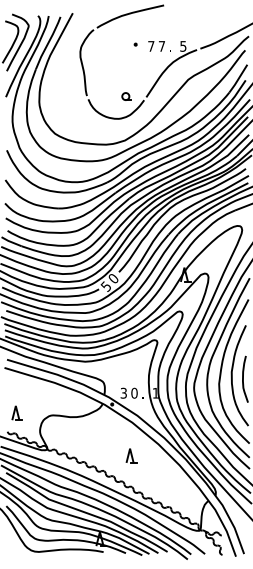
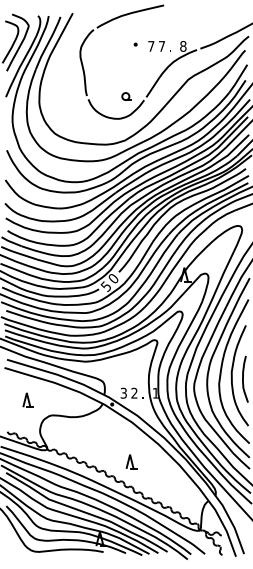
text at (183, 46): 5 -> 8
text at (134, 392): 0 -> 2
part at (16, 412) position: (16, 412) -> (27, 399)
part at (131, 455) position: (131, 455) -> (131, 461)
